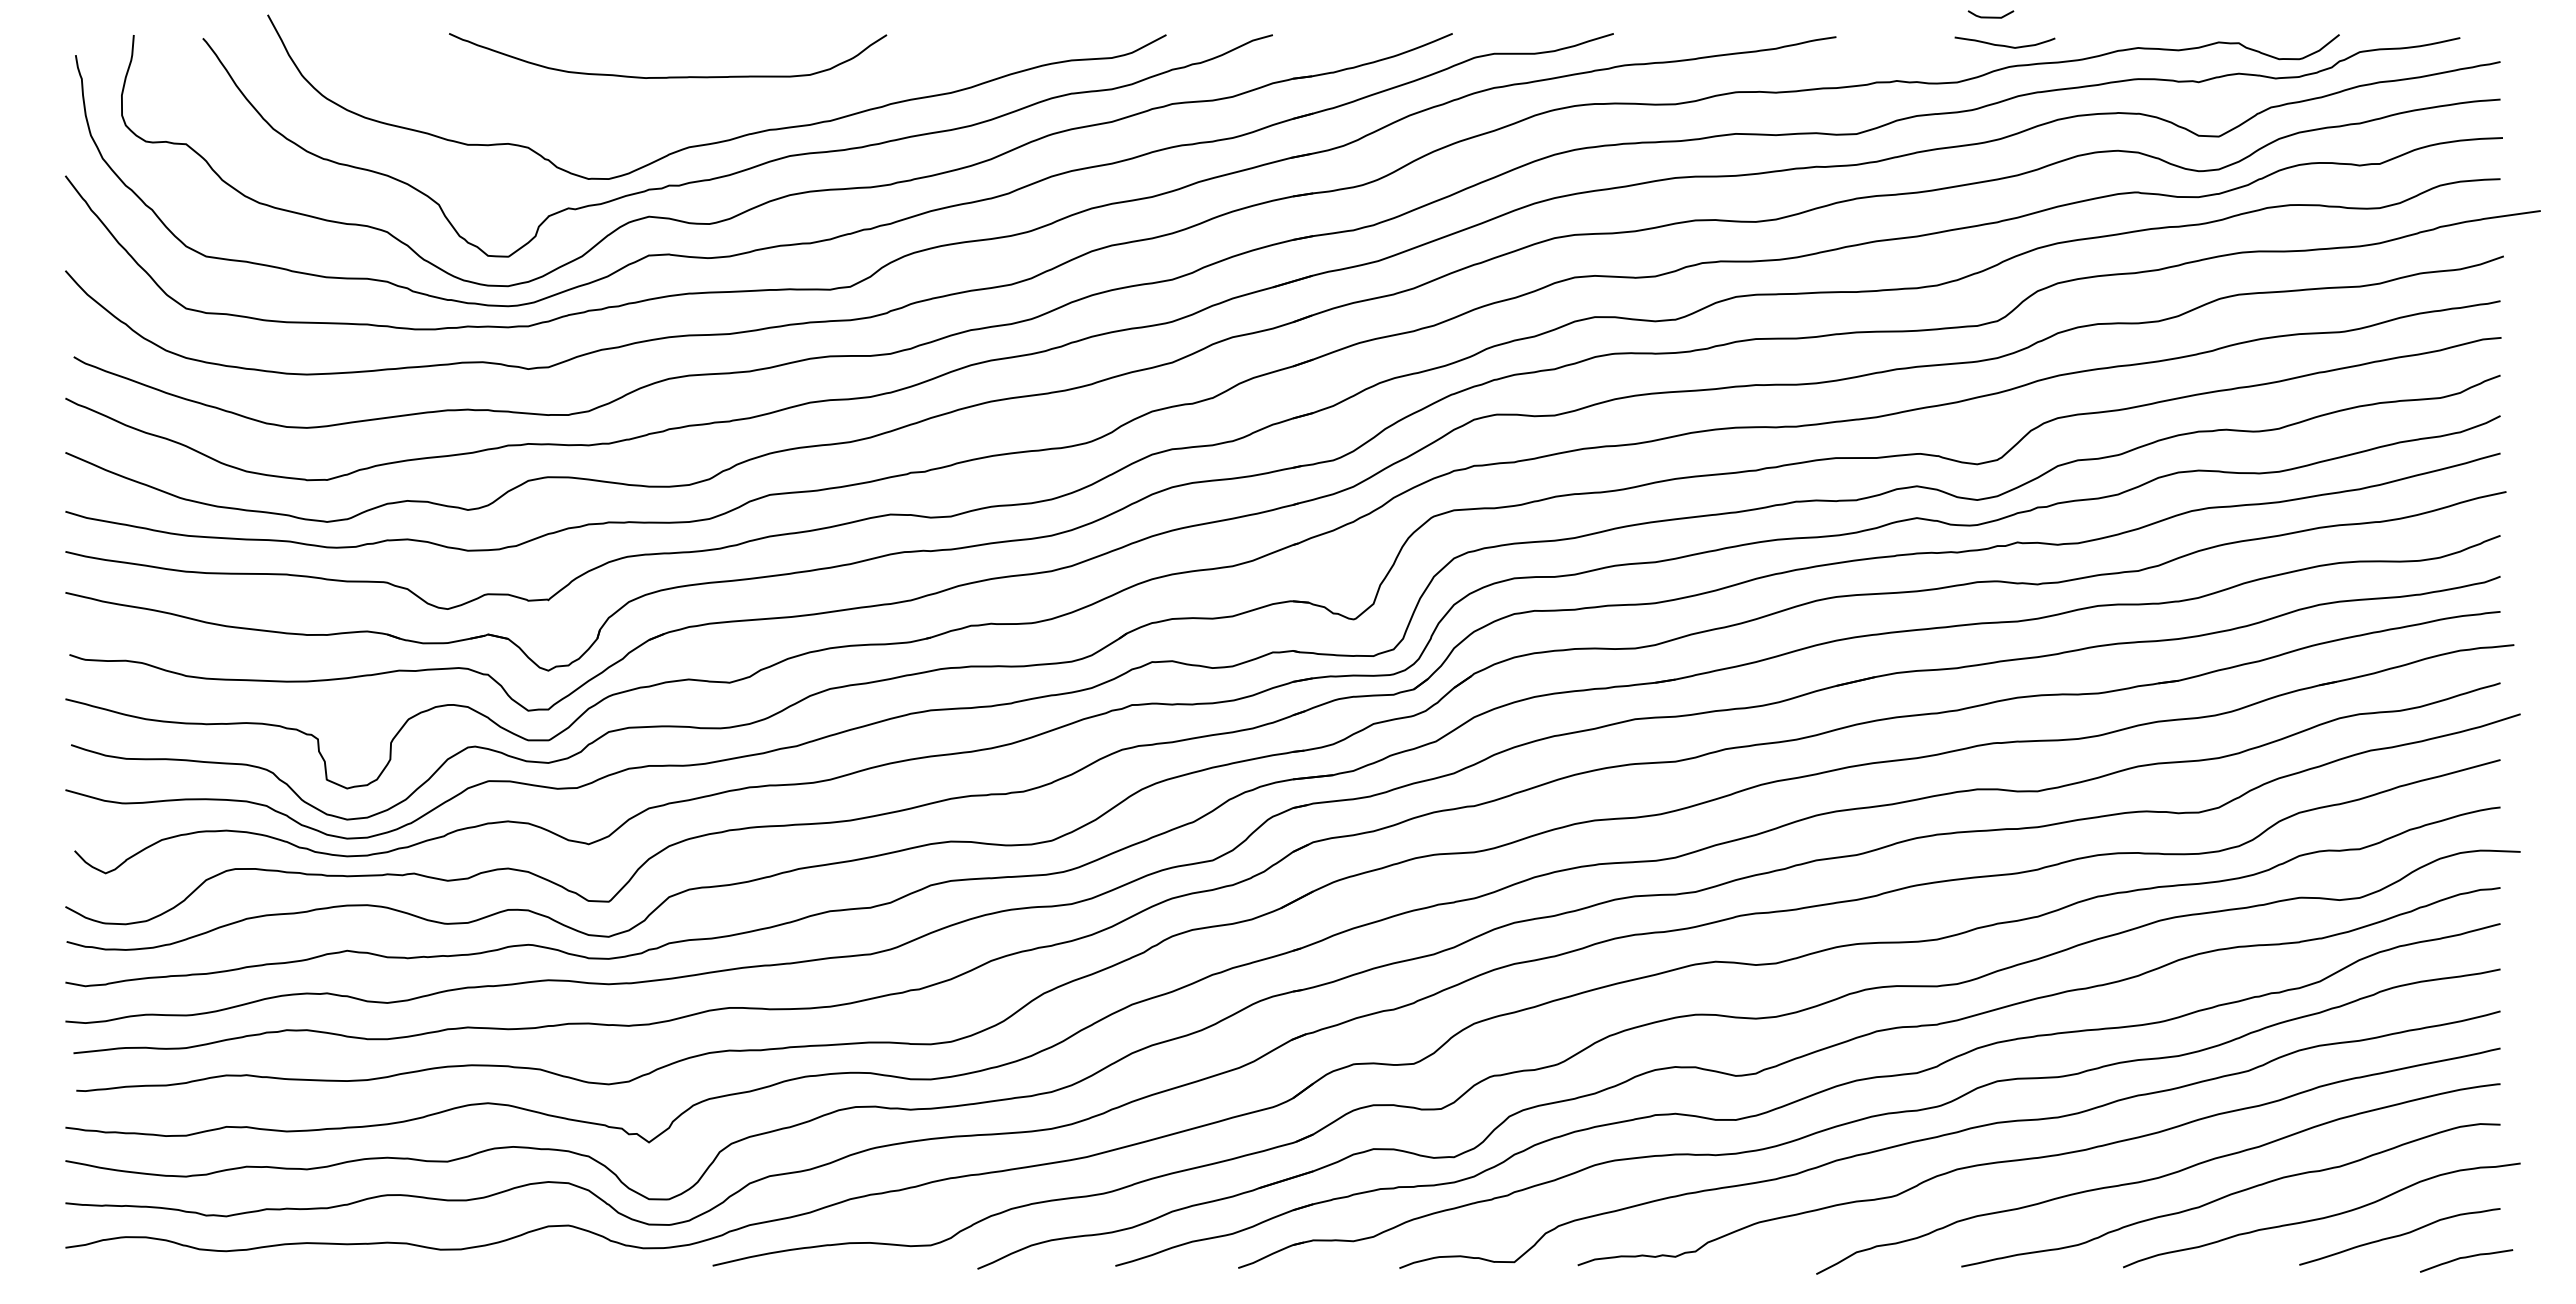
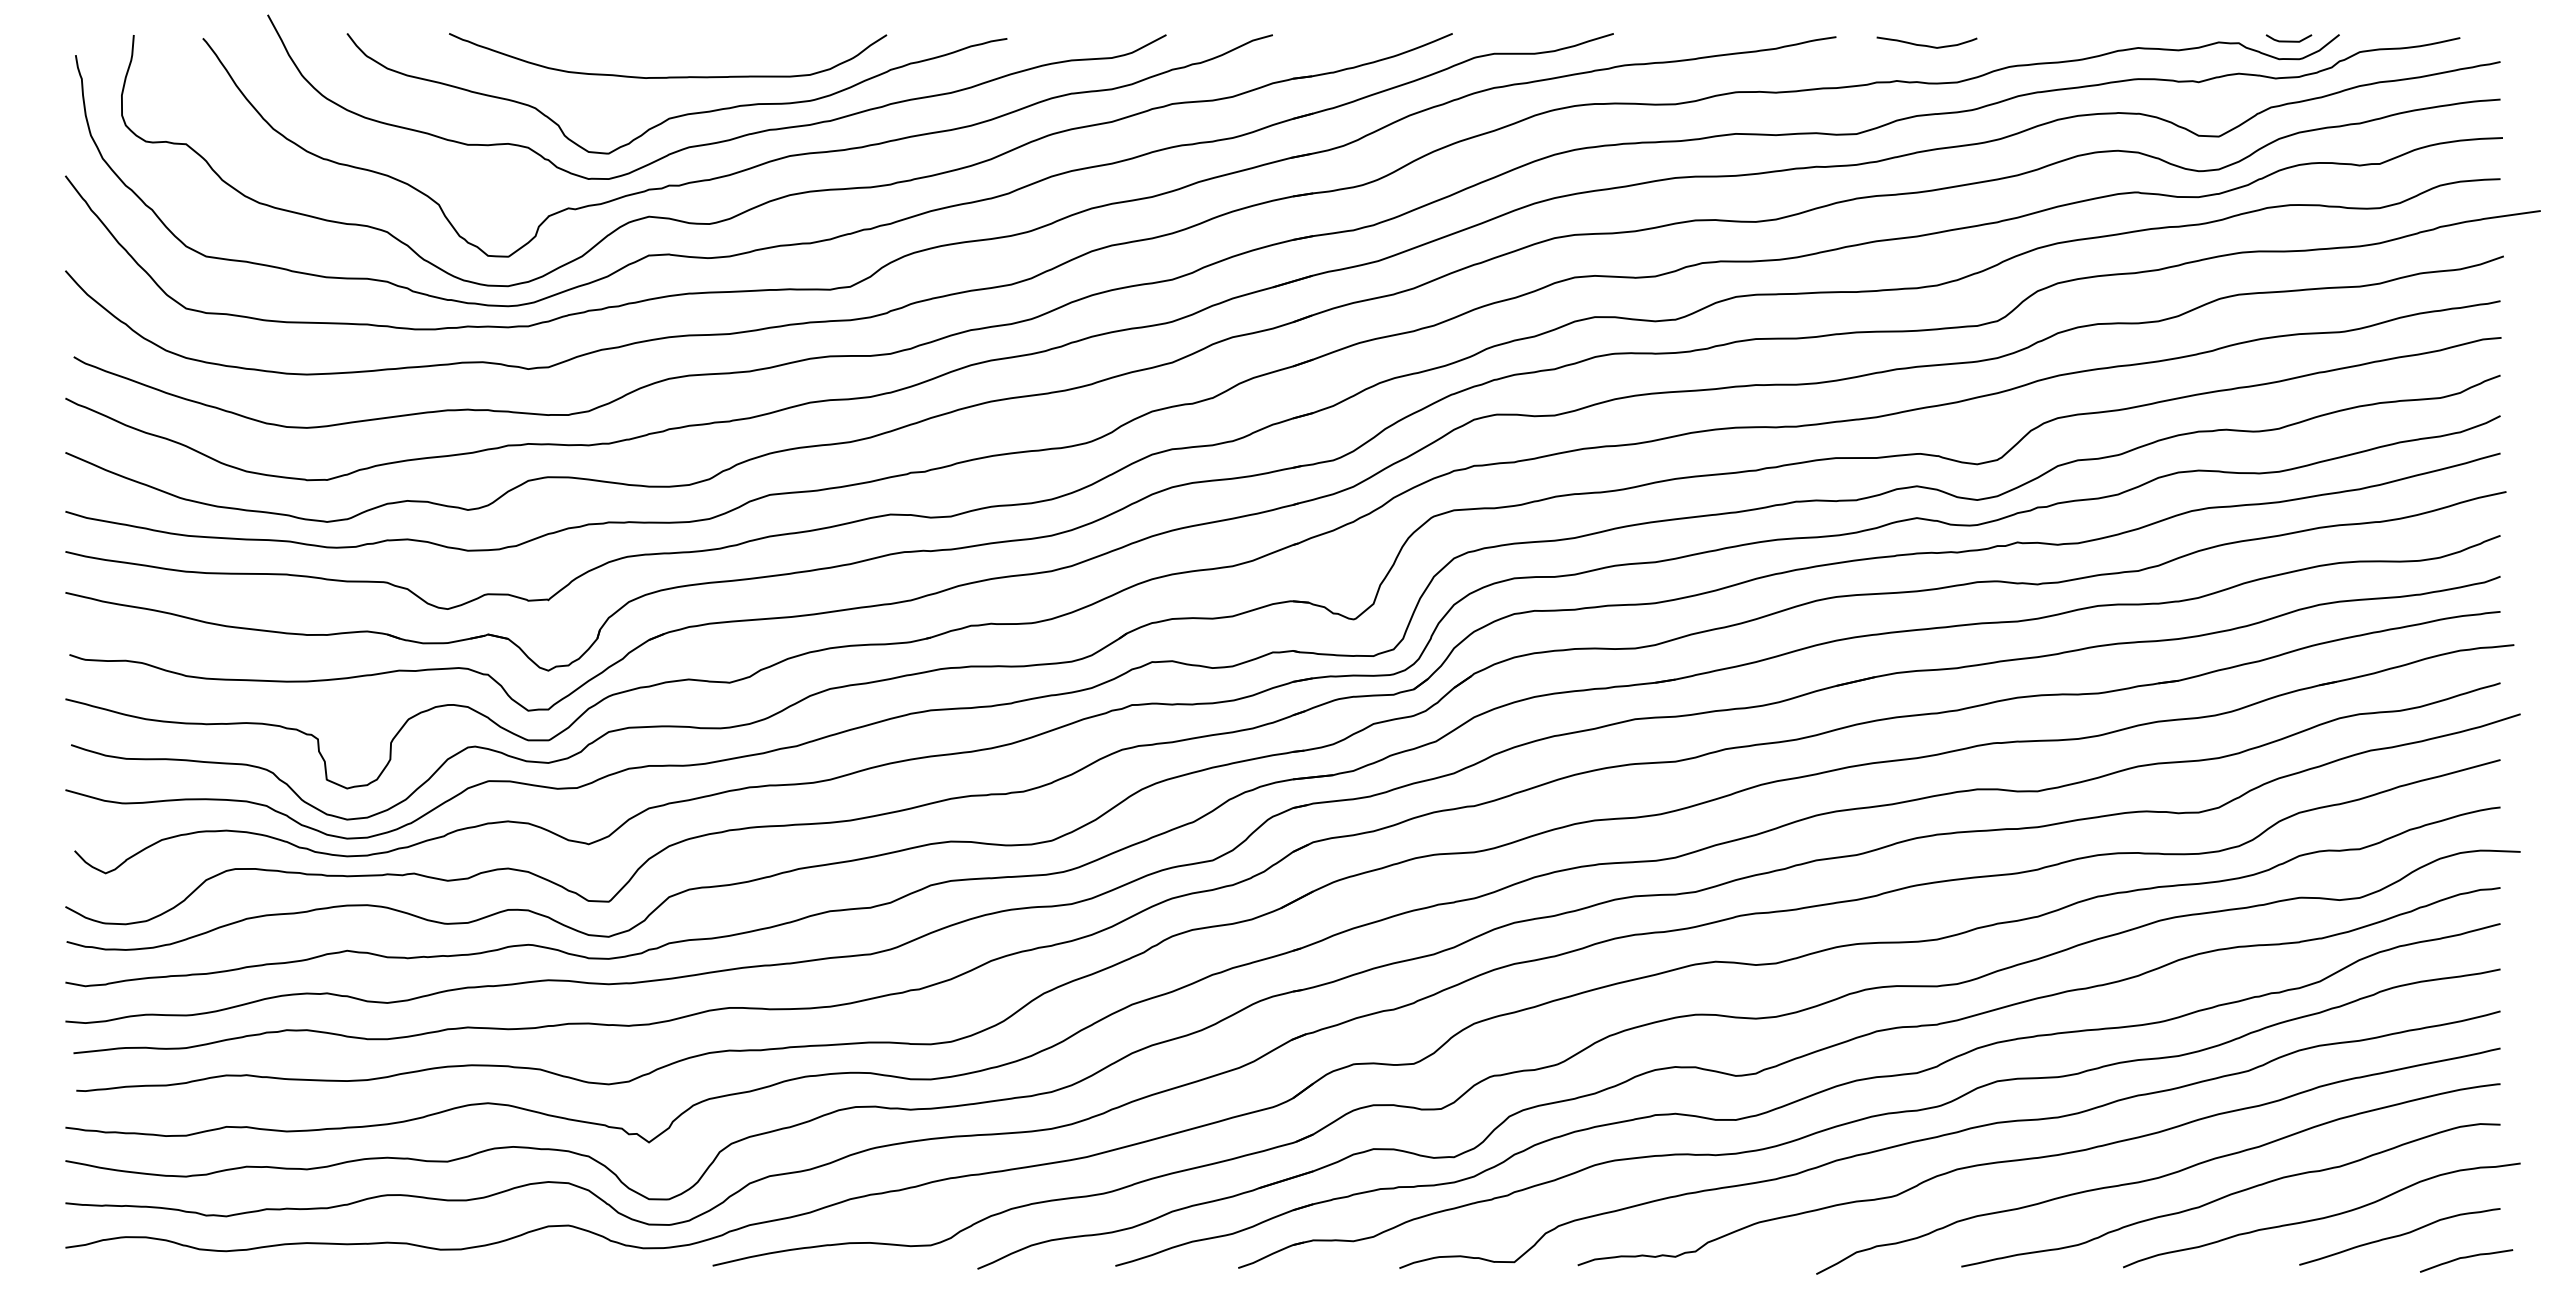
line at (1990, 16) position: (1990, 16) -> (2288, 40)
curve at (2002, 44) position: (2002, 44) -> (1924, 44)
curve at (681, 114): none -> present
